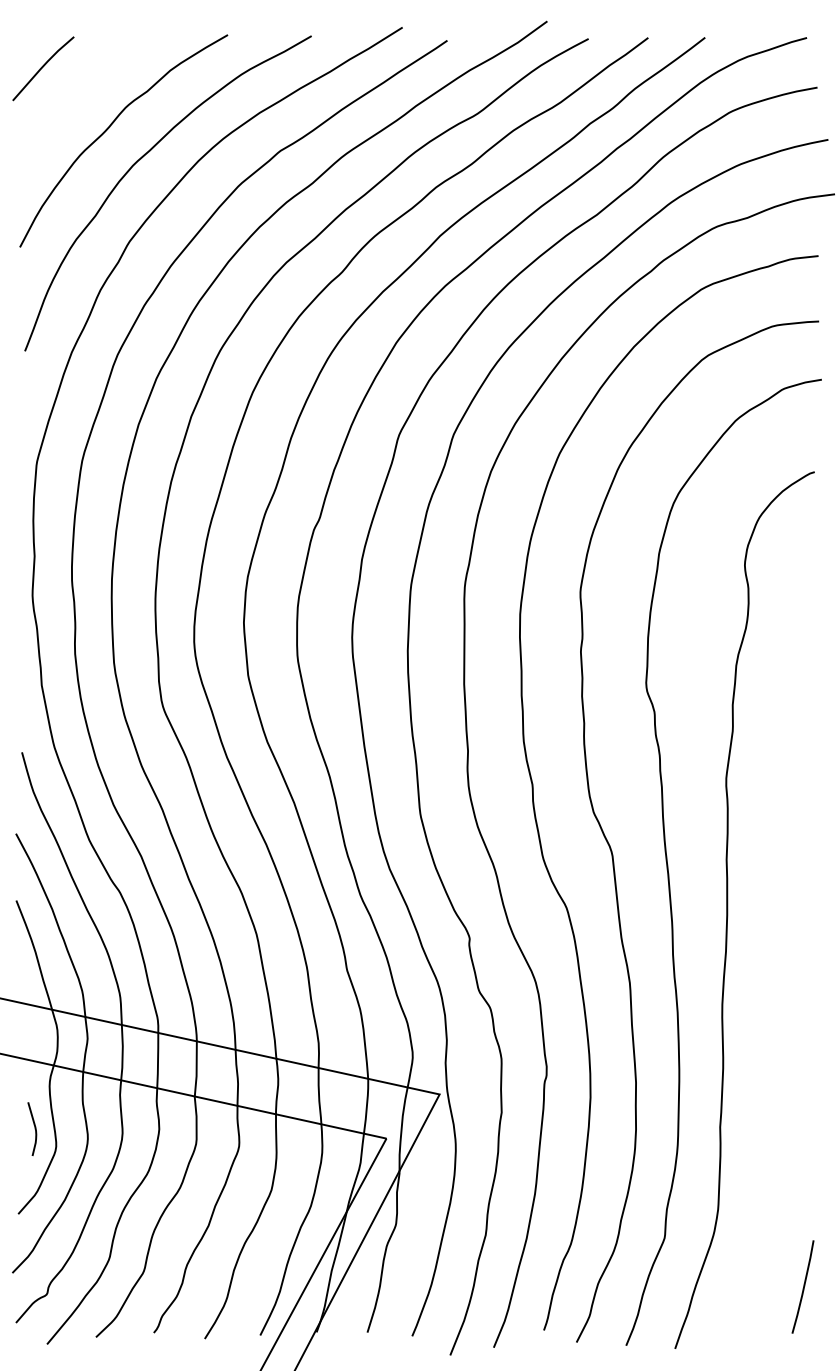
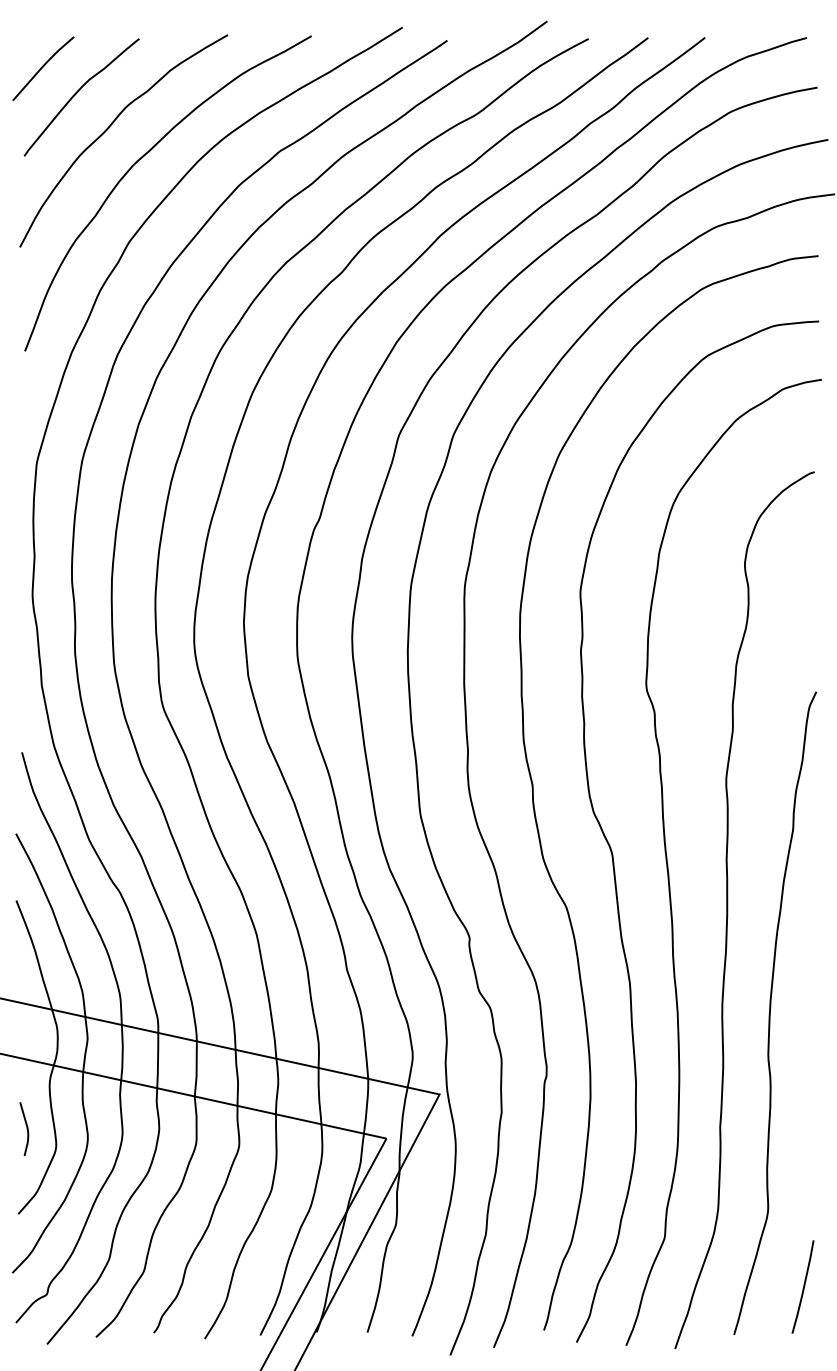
curve at (77, 93): none -> present
curve at (770, 1012): none -> present
curve at (34, 1128) position: (34, 1128) -> (26, 1128)
